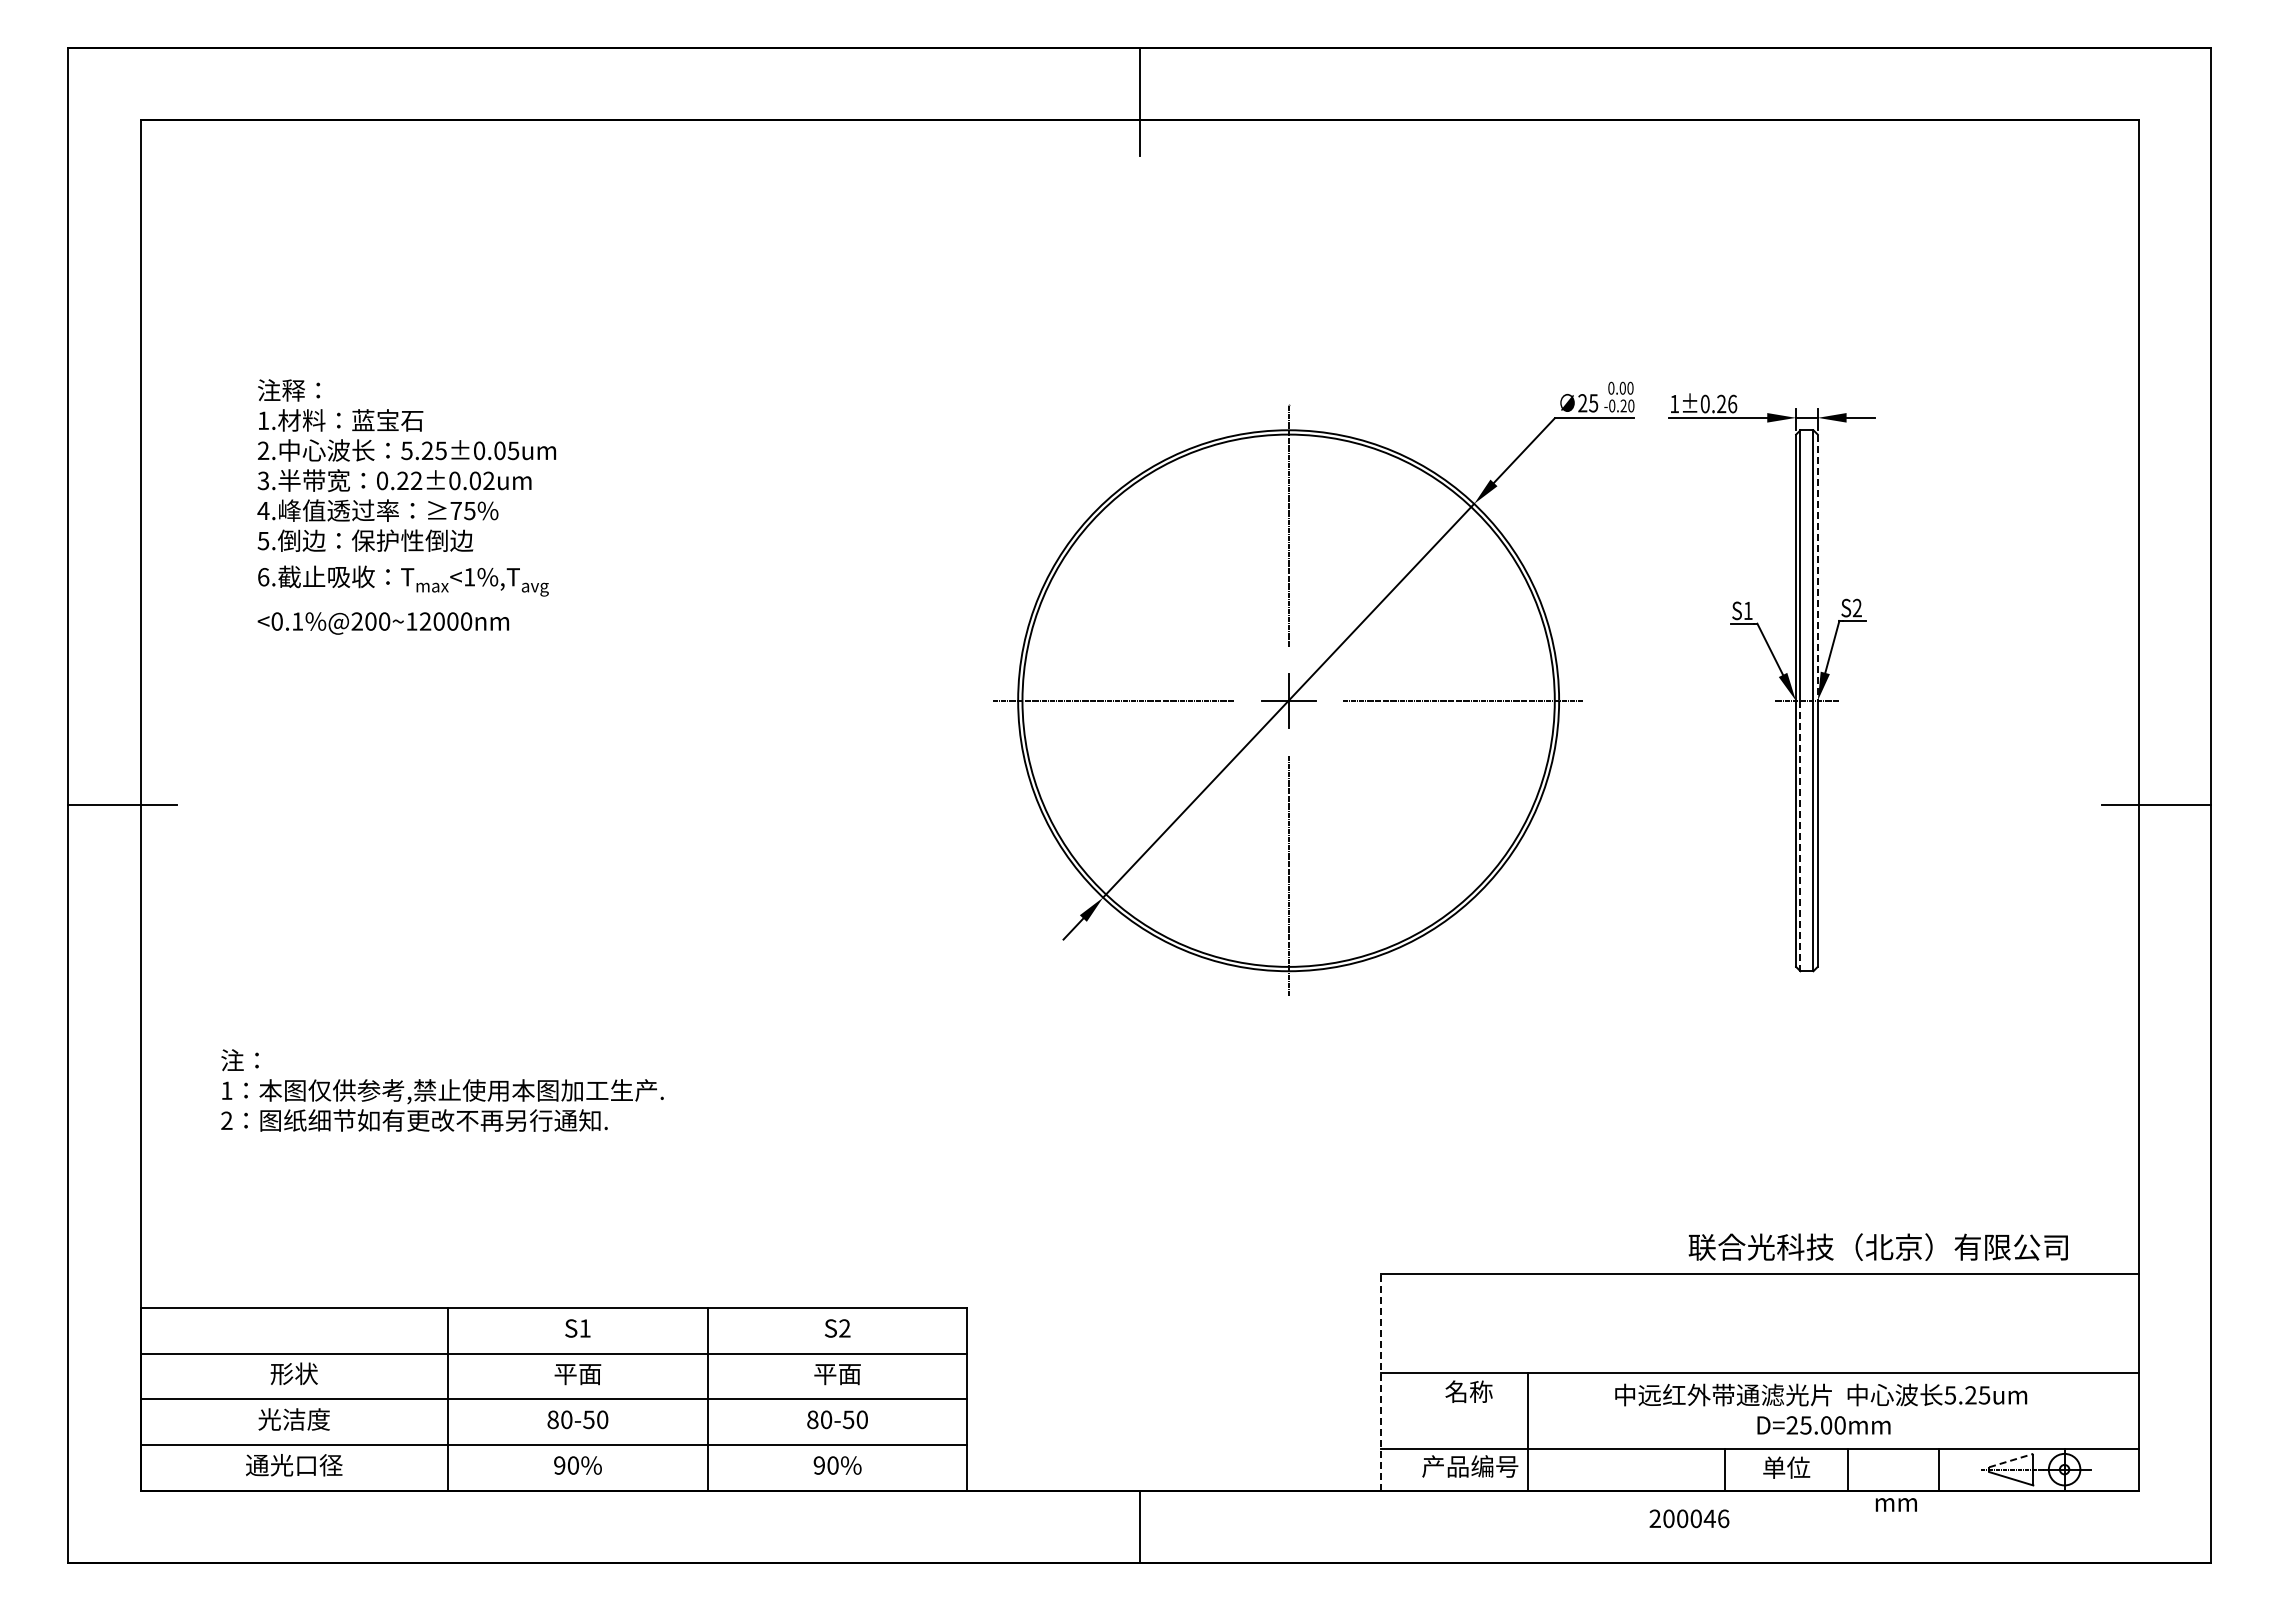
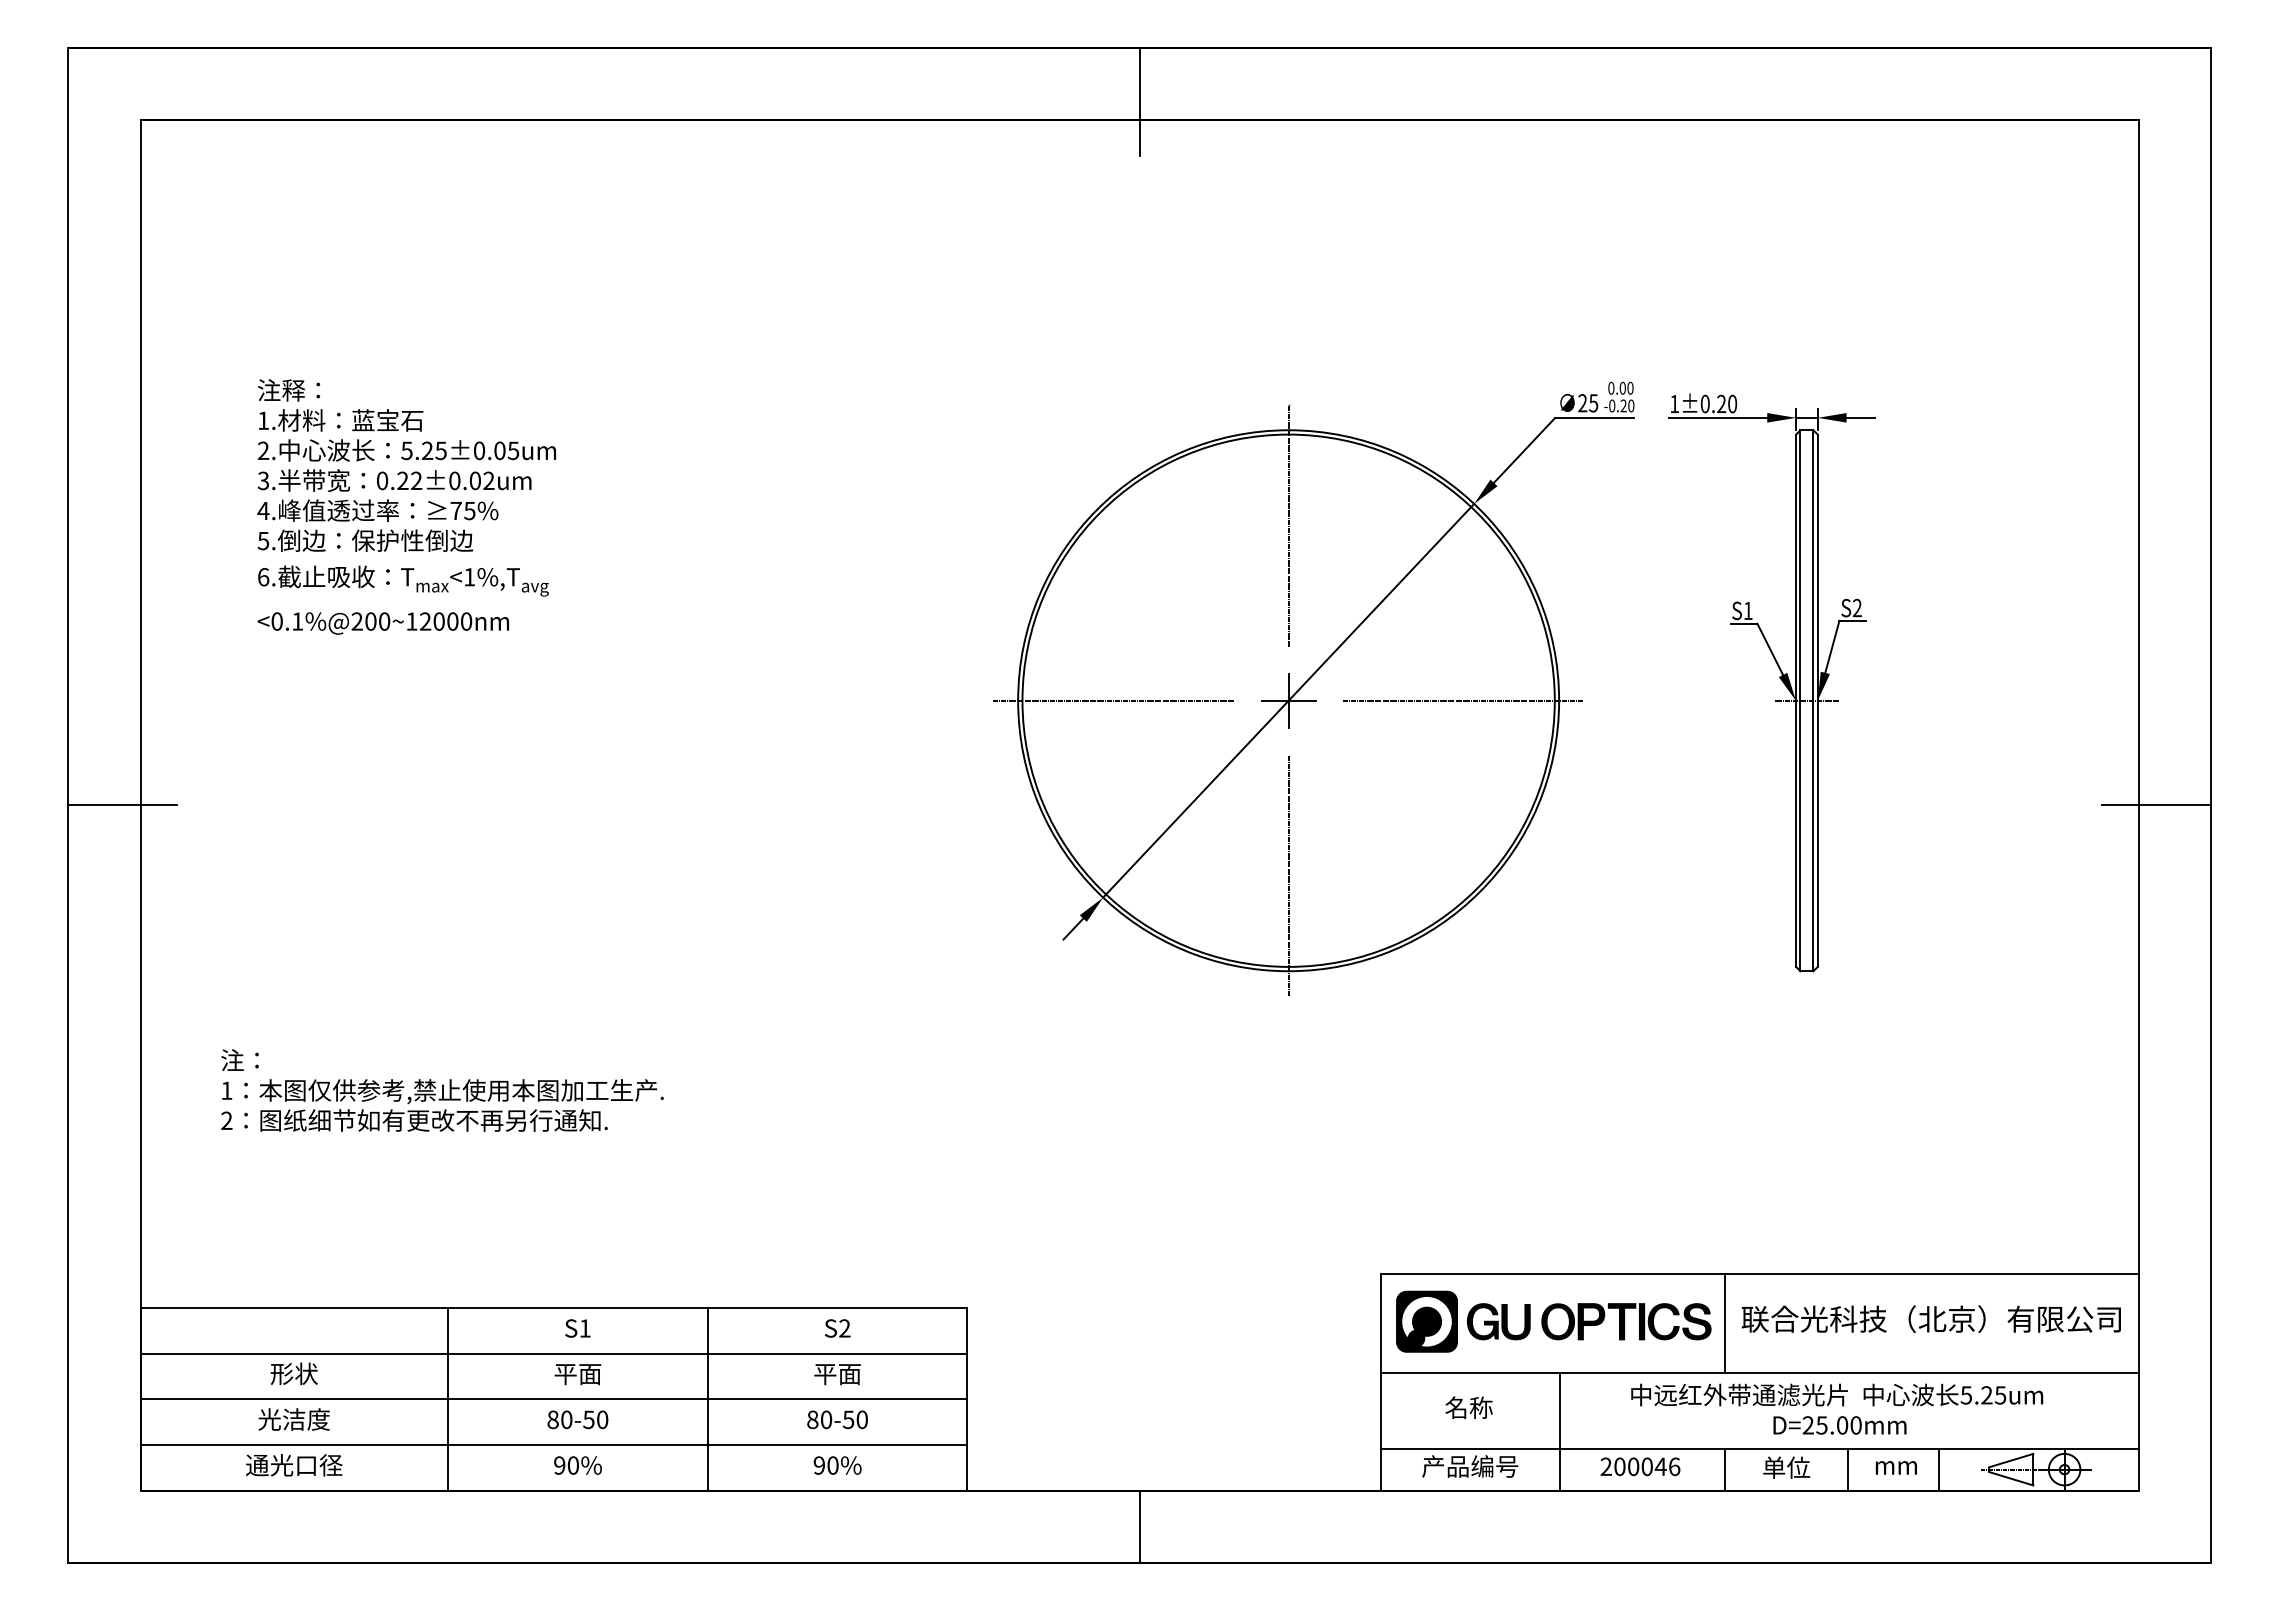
text at (1732, 403): 1±0.26 -> 1±0.20
line at (1817, 568): dashed -> solid
line at (1800, 836): dashed -> solid
text at (1877, 1246) position: (1877, 1246) -> (1930, 1318)
part at (1553, 1321): none -> present
line at (1724, 1323): none -> present
line at (1381, 1382): dashed -> solid
text at (1468, 1391) position: (1468, 1391) -> (1468, 1407)
text at (1821, 1408) position: (1821, 1408) -> (1837, 1408)
line at (1527, 1431) position: (1527, 1431) -> (1559, 1431)
line at (2011, 1460): dashed -> solid
text at (1895, 1504) position: (1895, 1504) -> (1895, 1467)
text at (1689, 1518) position: (1689, 1518) -> (1640, 1466)
